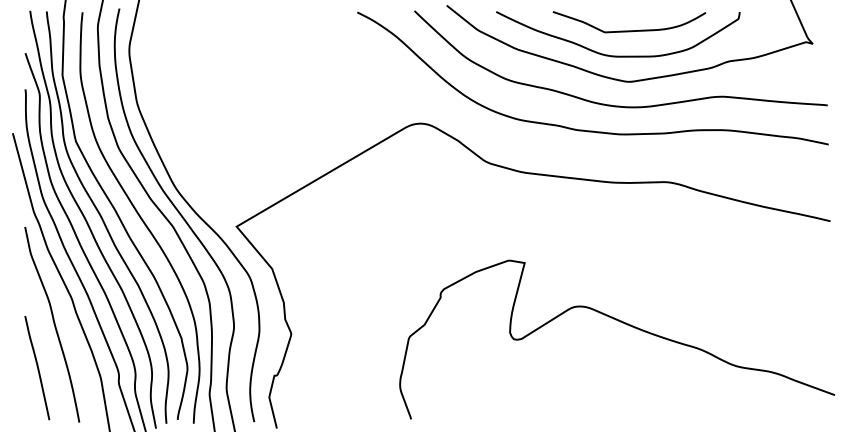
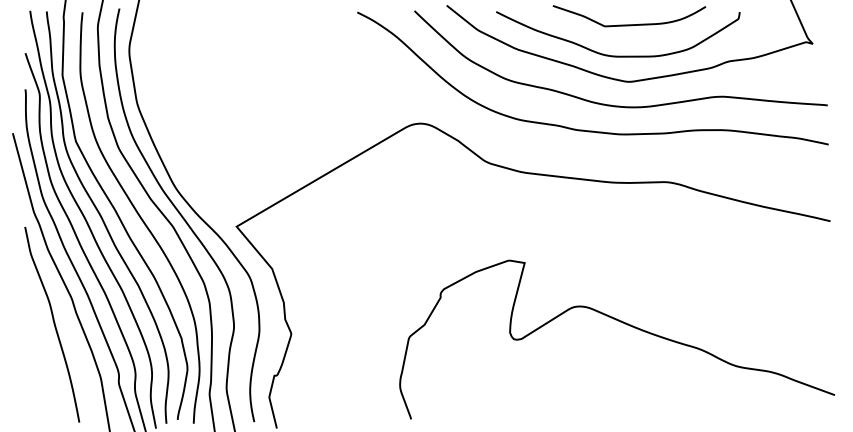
curve at (629, 30) position: (629, 30) -> (629, 24)
line at (37, 368): present -> none
